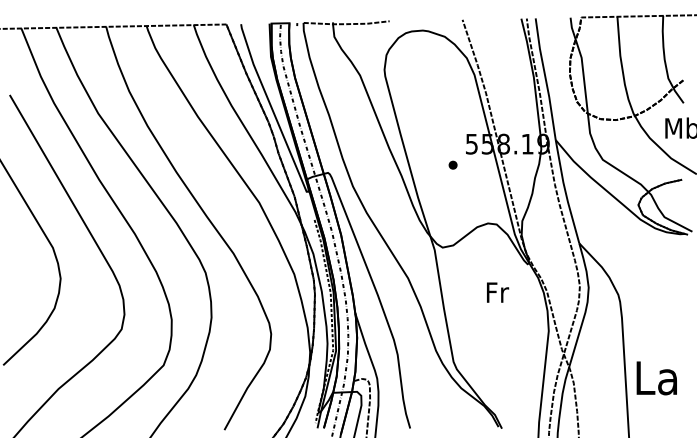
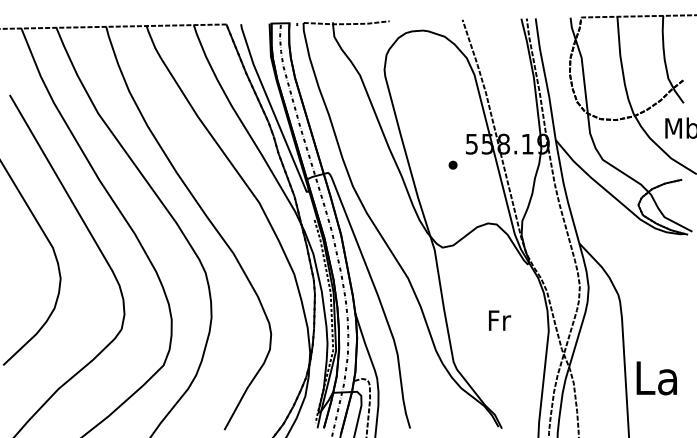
text at (498, 292) position: (498, 292) -> (500, 320)
